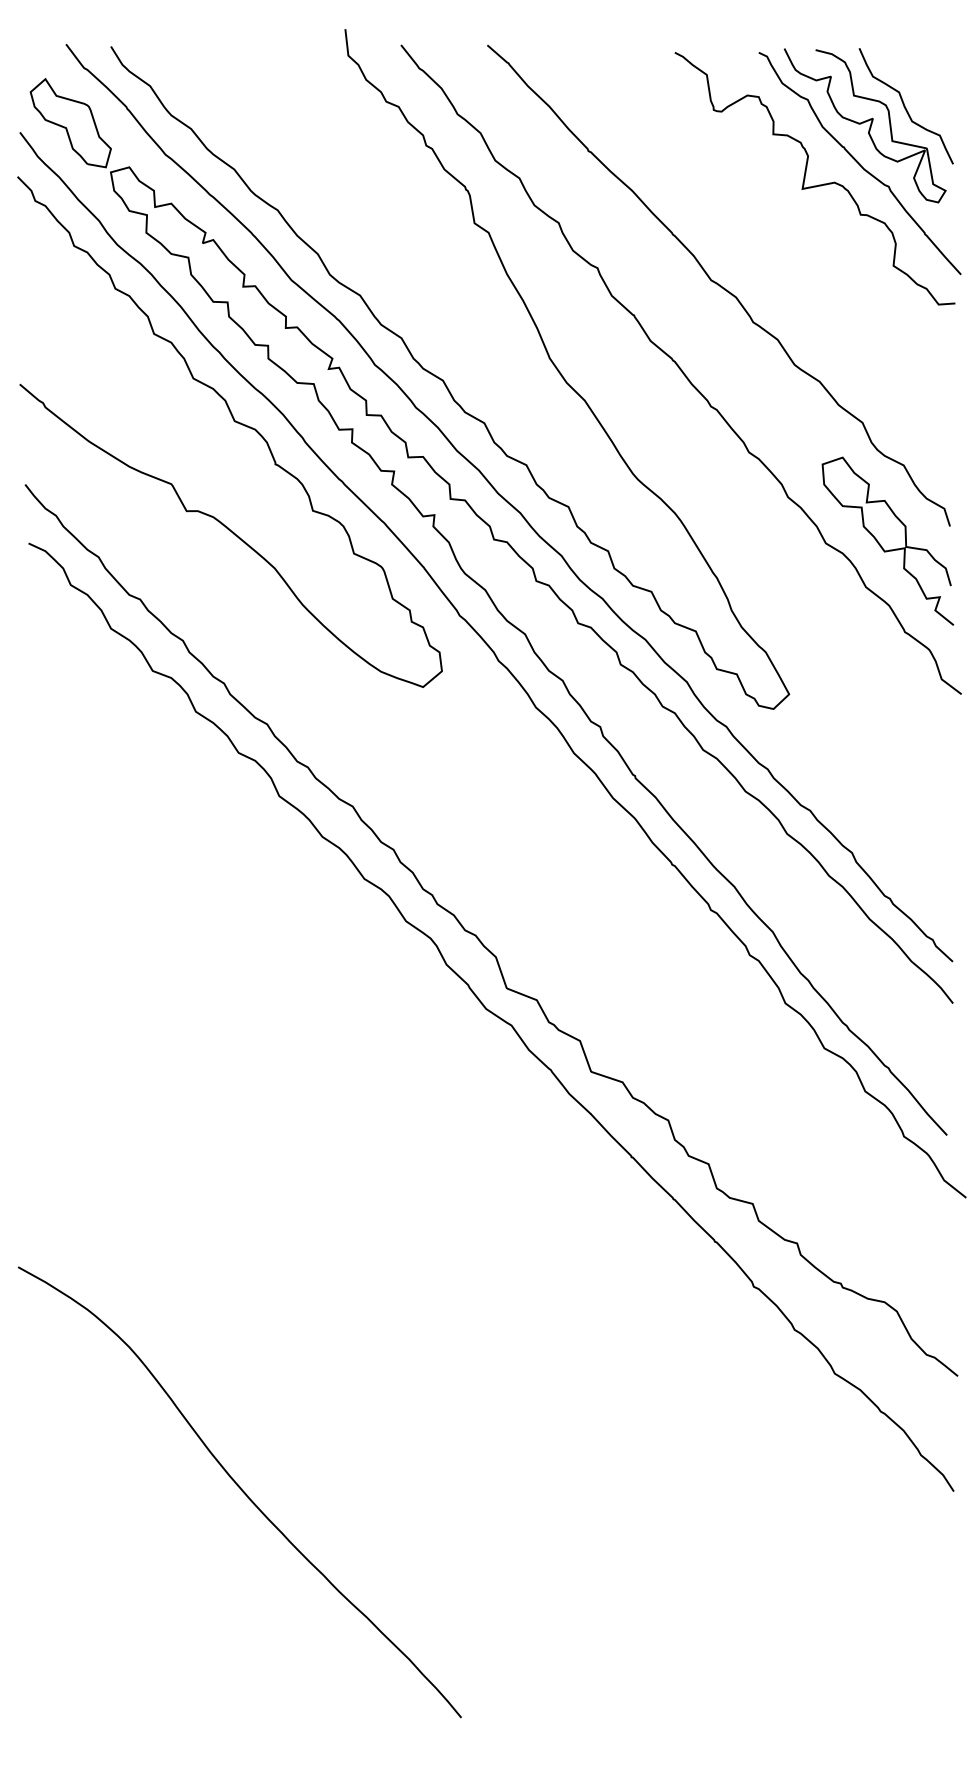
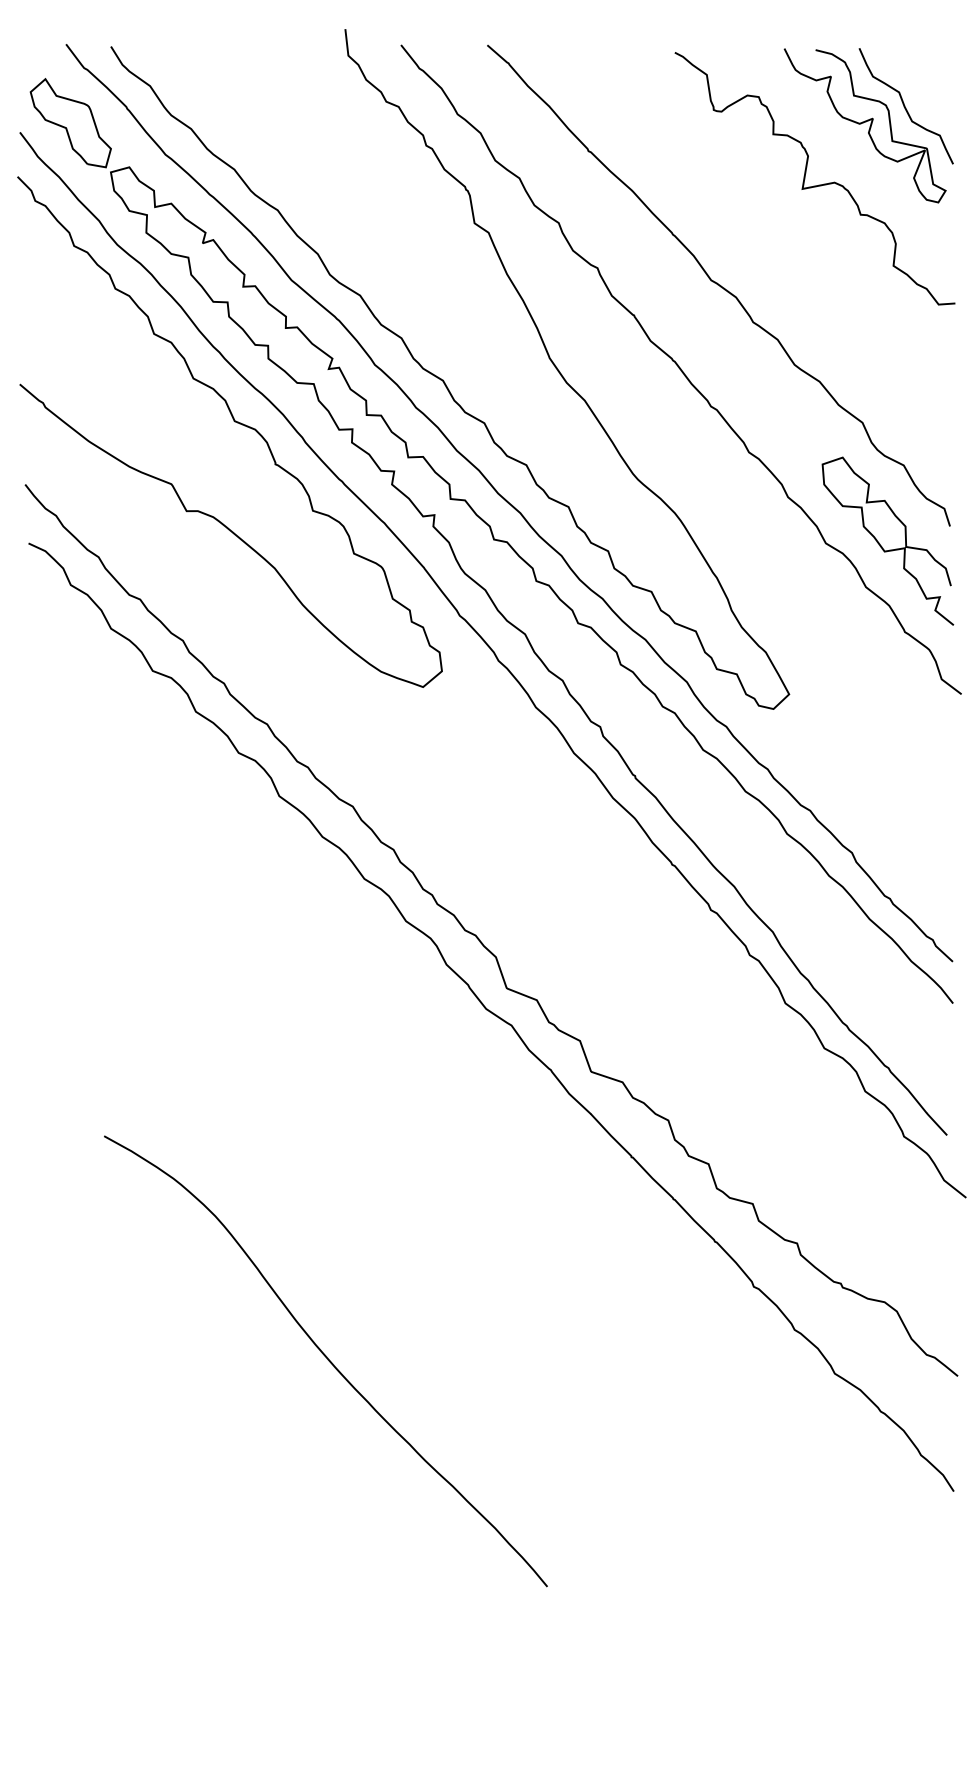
curve at (859, 163): present -> none
curve at (241, 1490) position: (241, 1490) -> (327, 1359)
